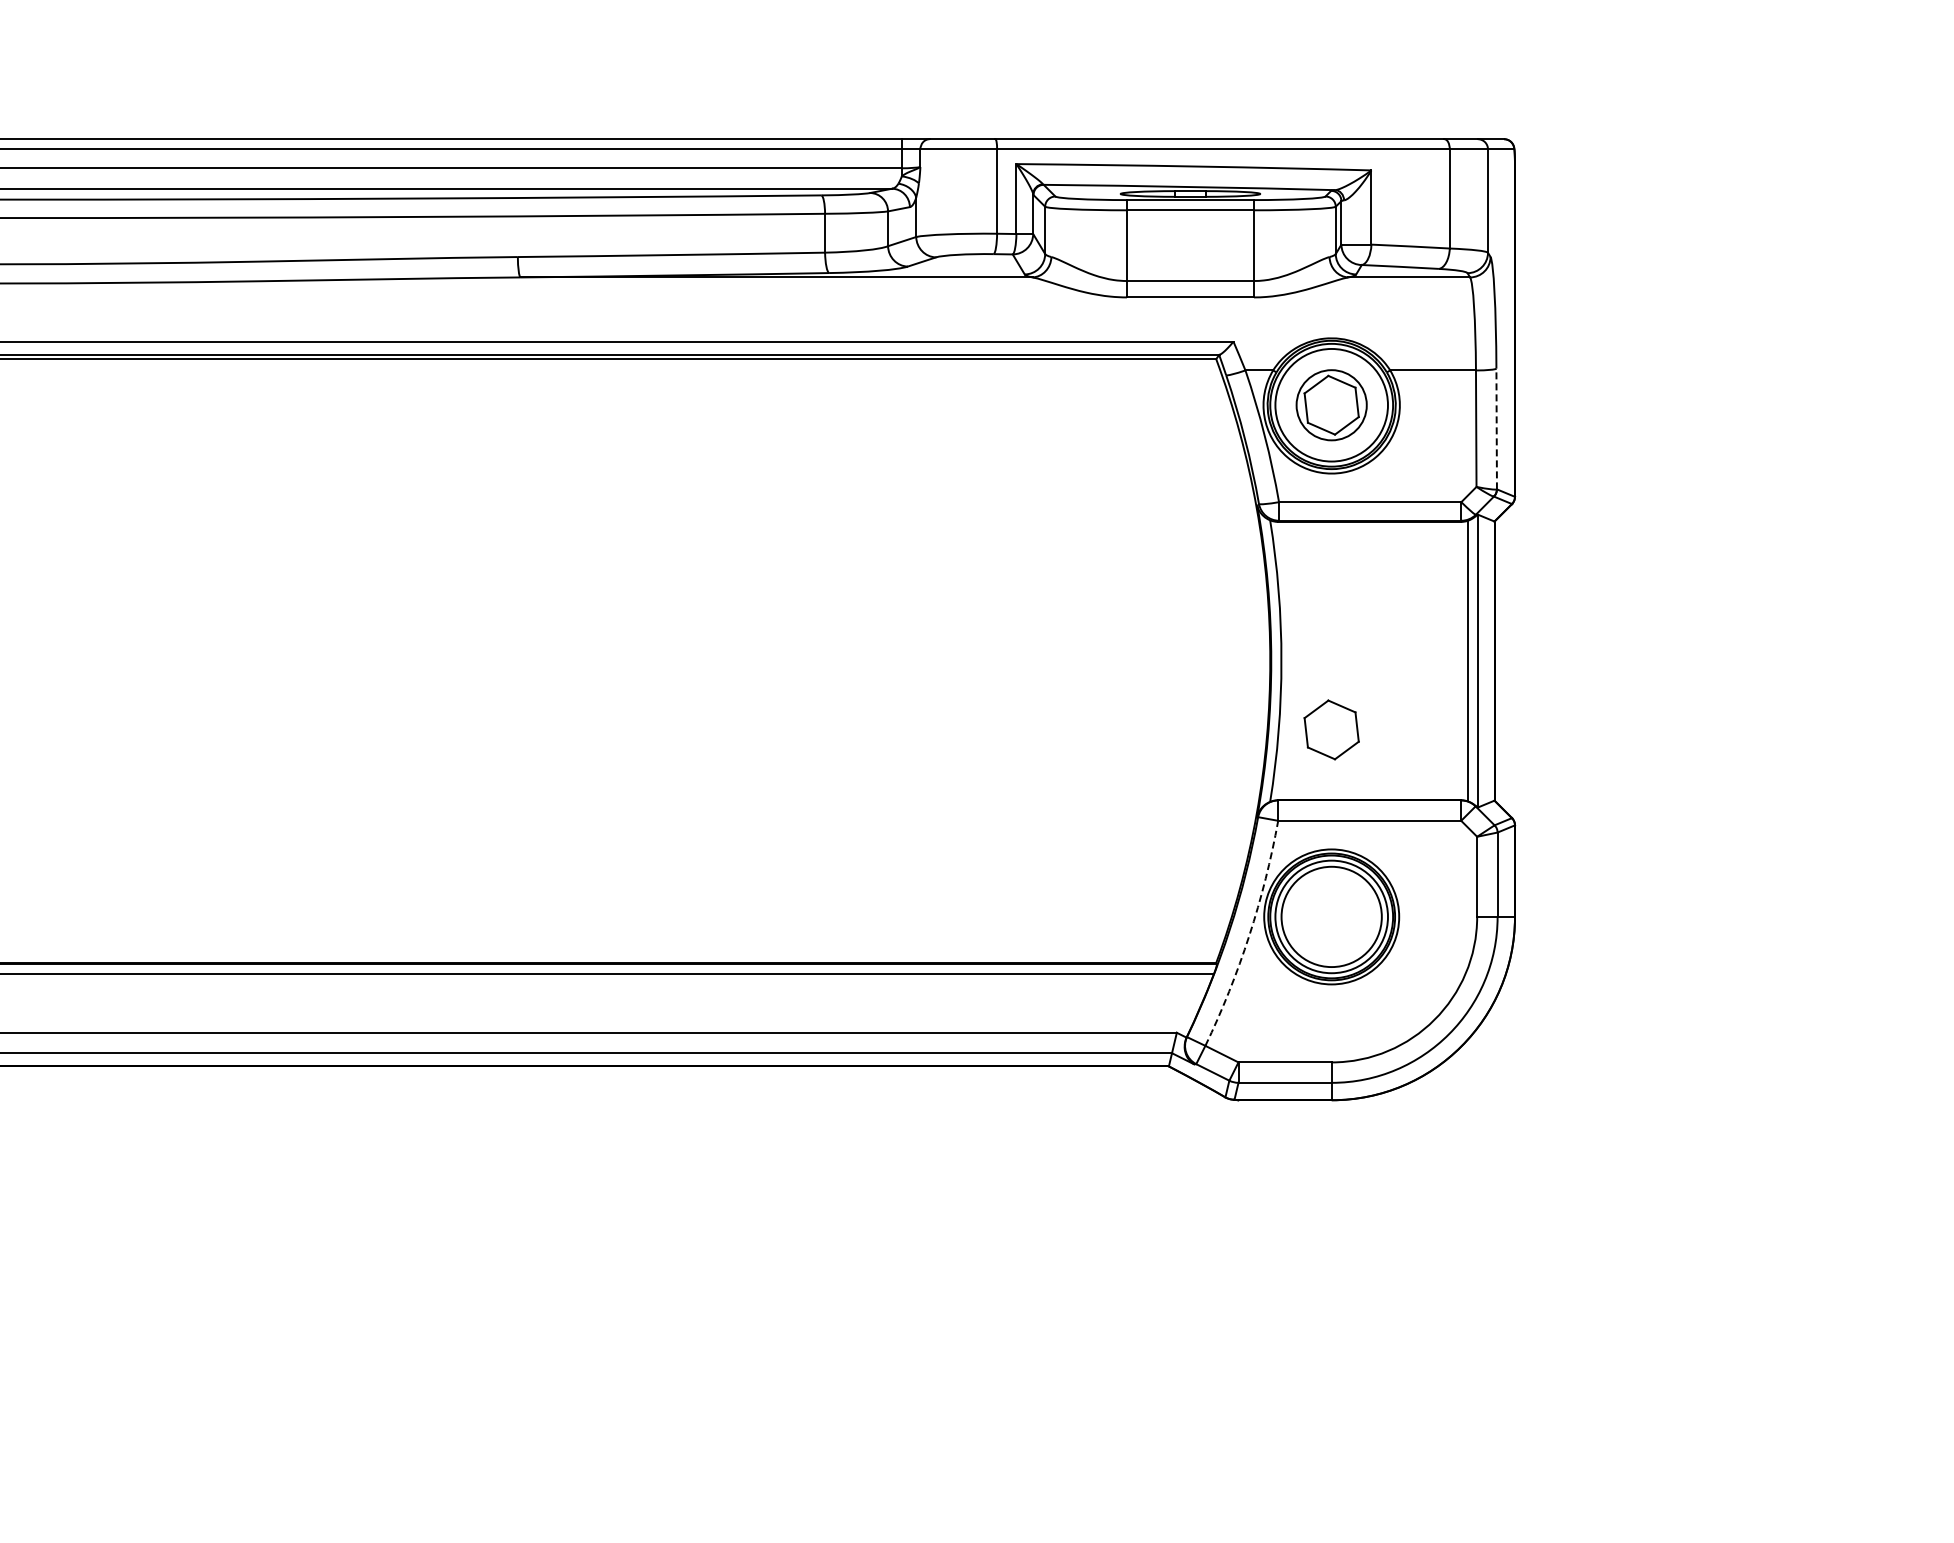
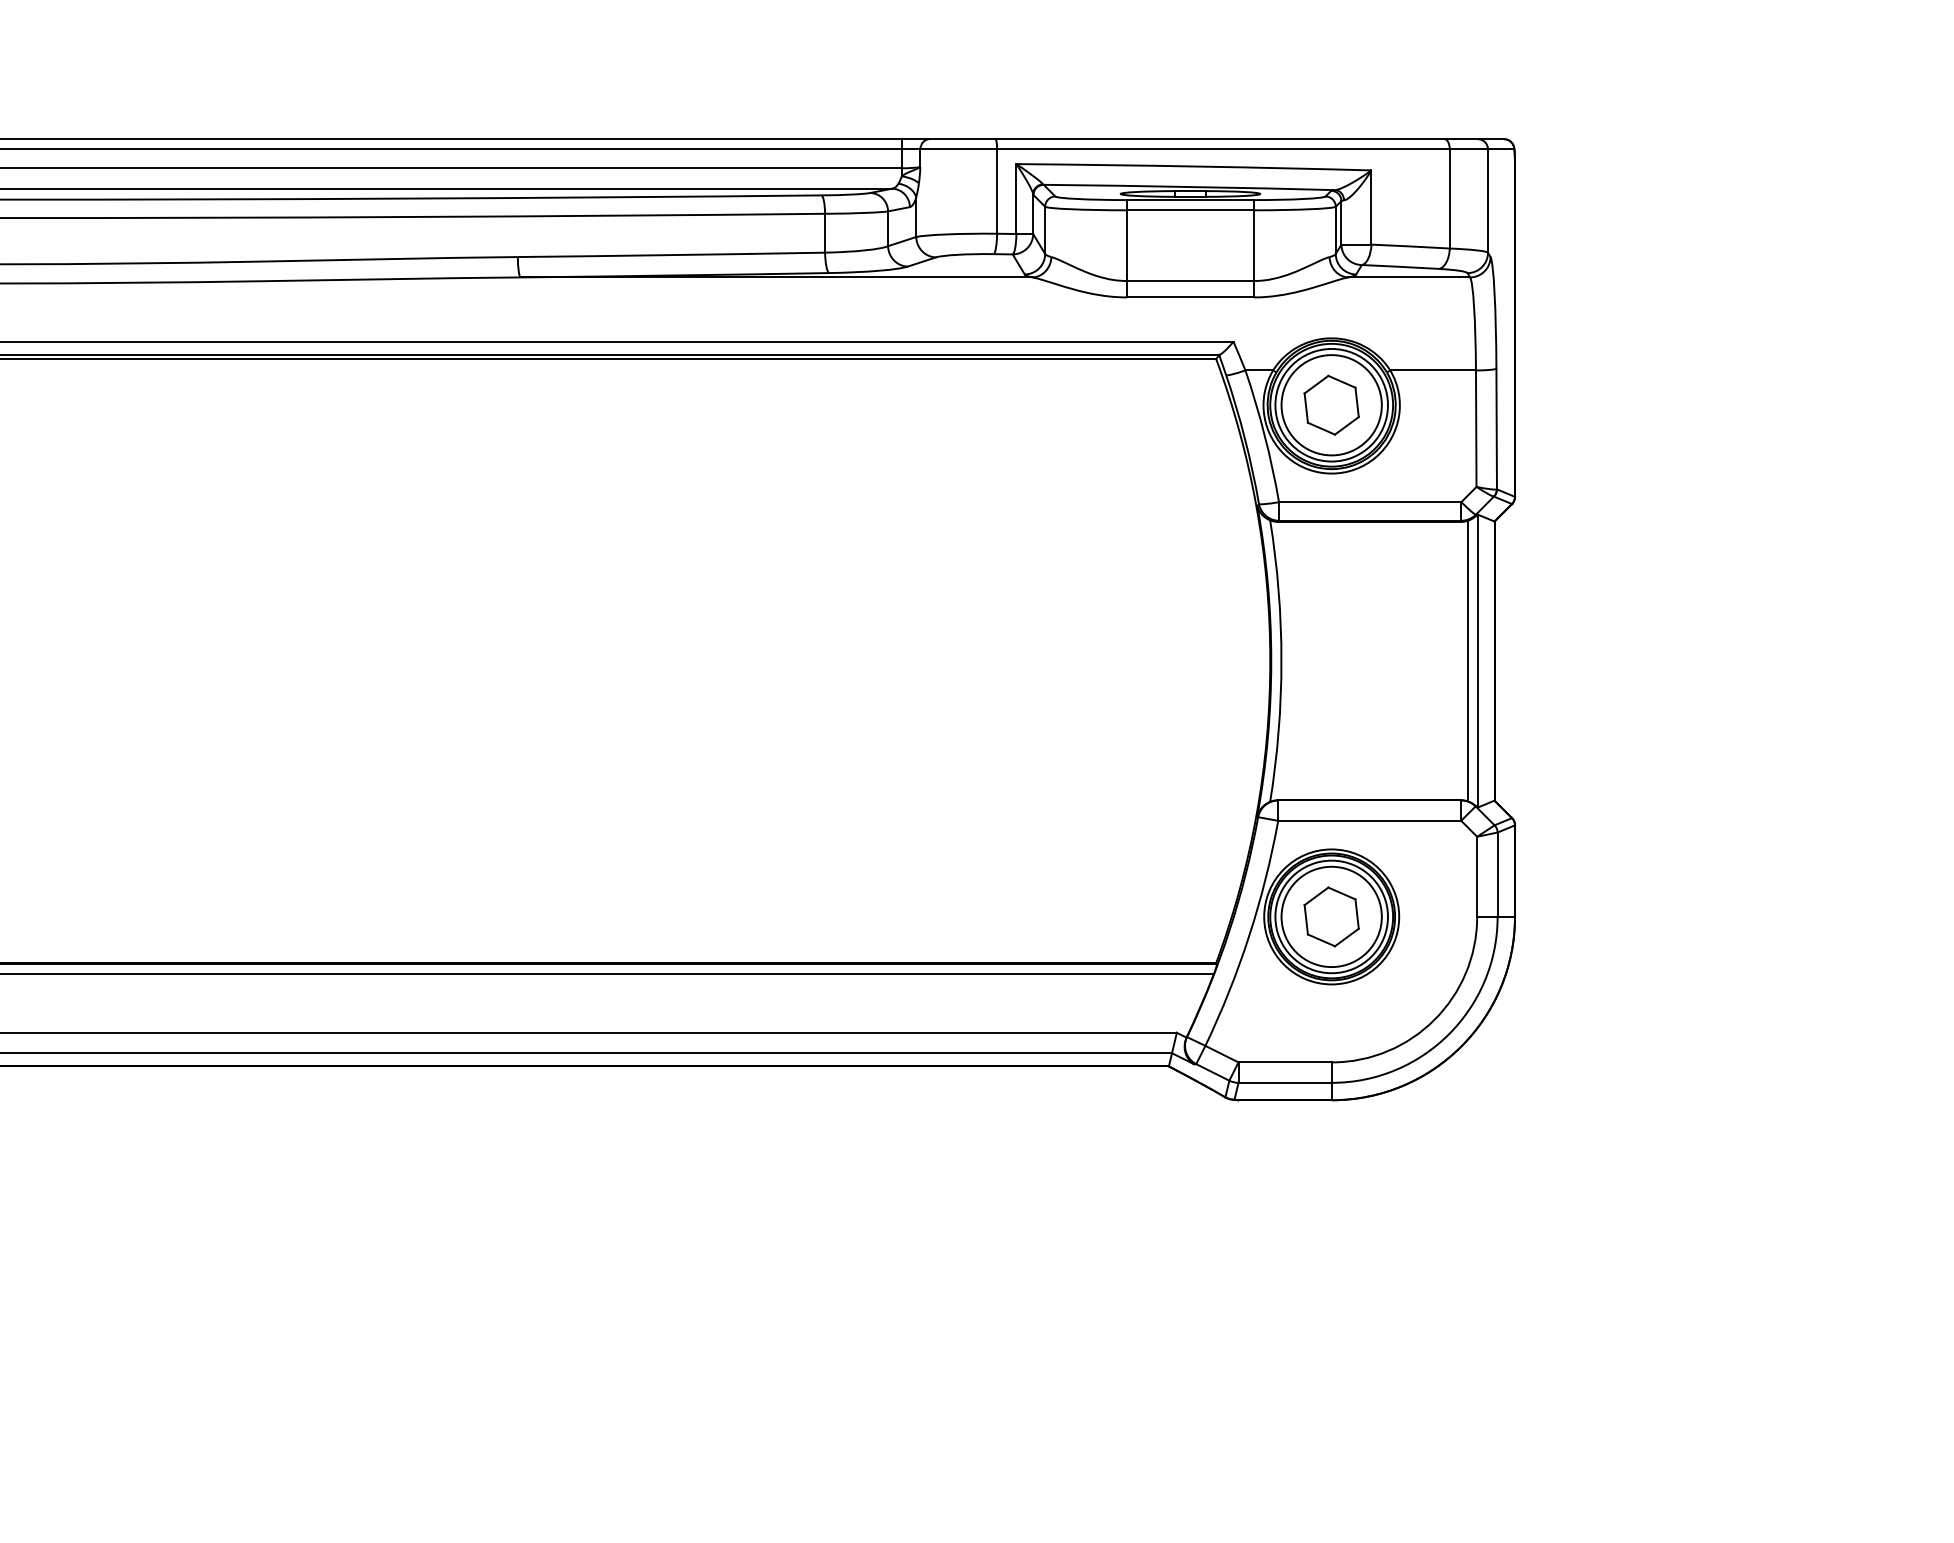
circle at (1331, 405) diameter: 70 px -> 100 px
line at (1496, 428): dashed -> solid
part at (1331, 729) position: (1331, 729) -> (1331, 916)
arc at (1249, 935): dashed -> solid
